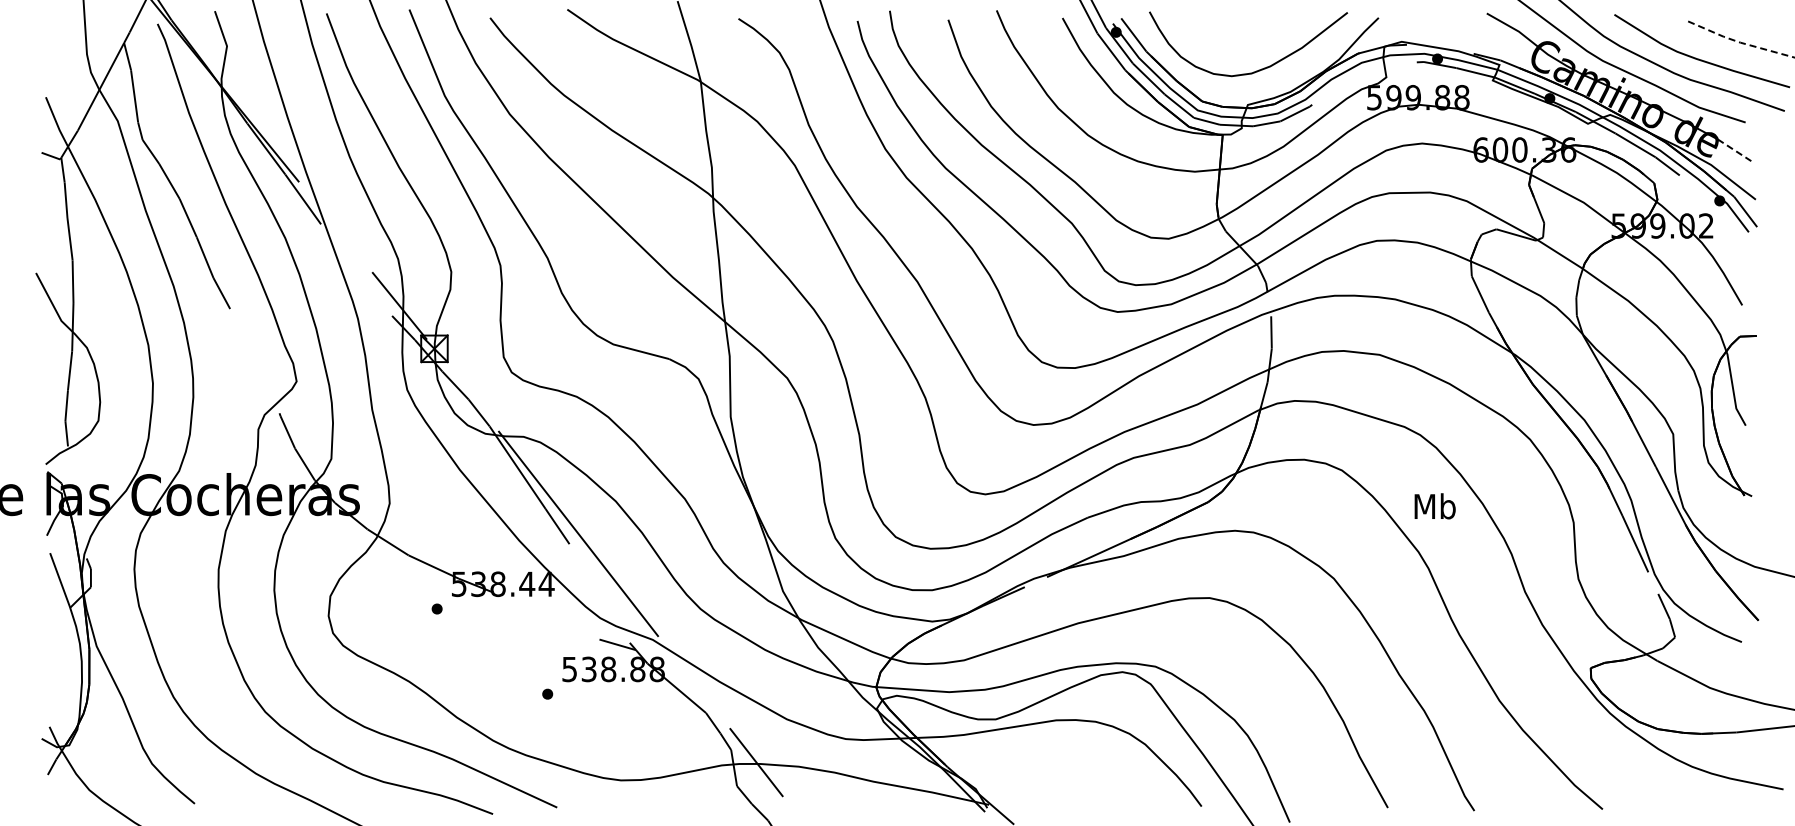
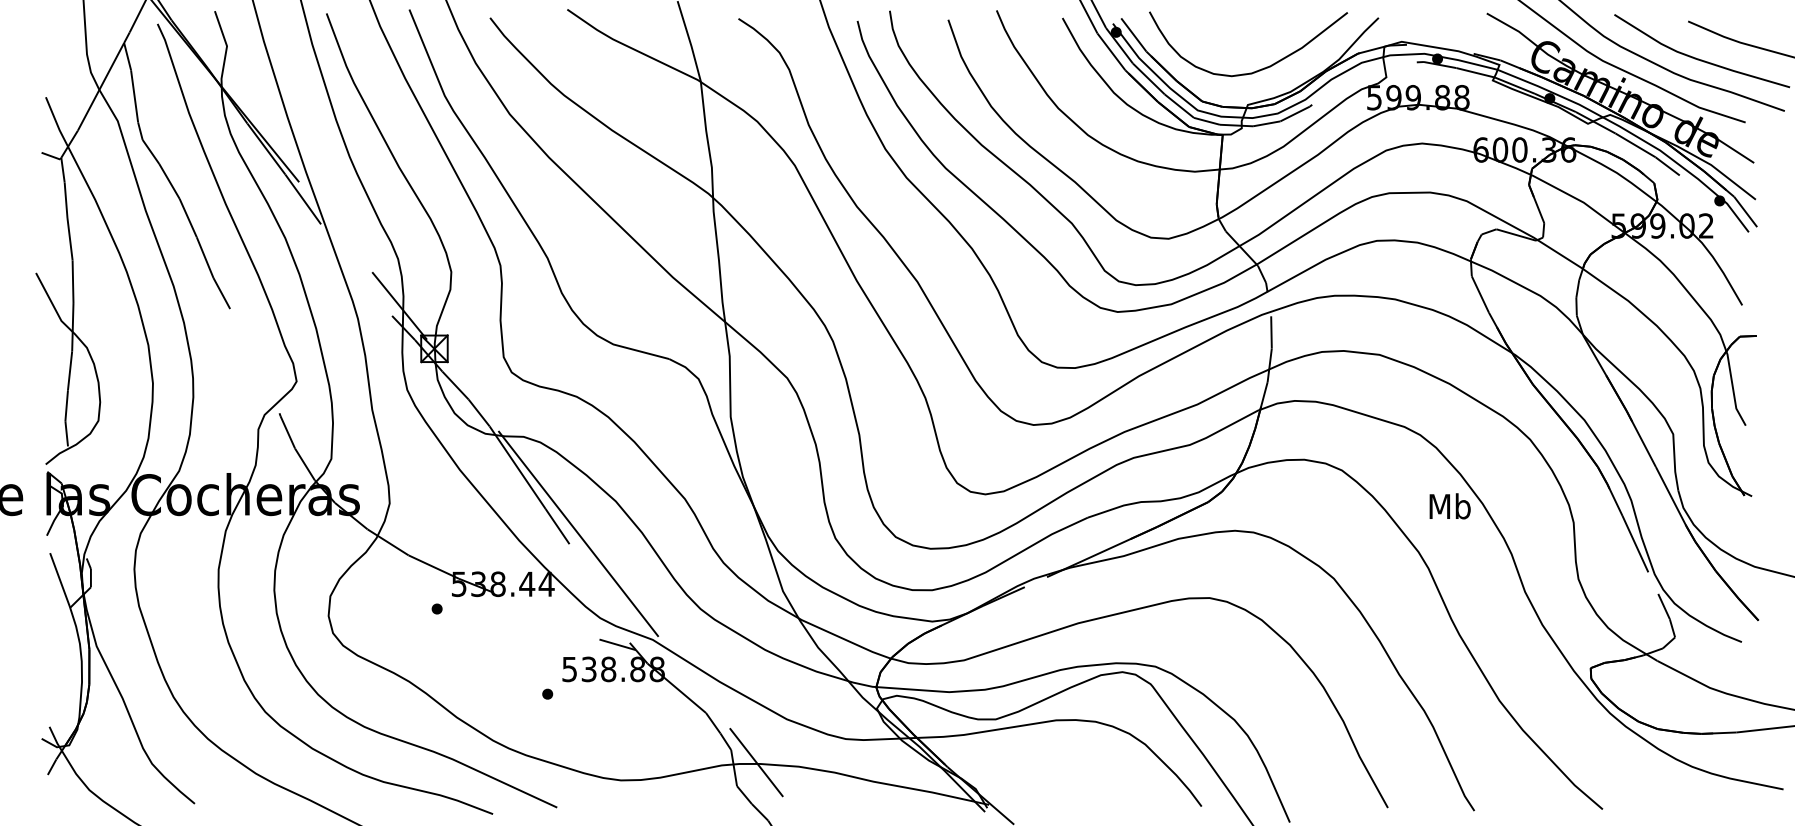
line at (1740, 42): dashed -> solid
line at (1735, 151): dashed -> solid
text at (1434, 506) position: (1434, 506) -> (1449, 506)
